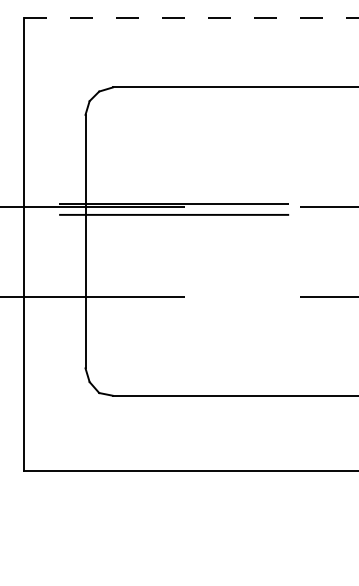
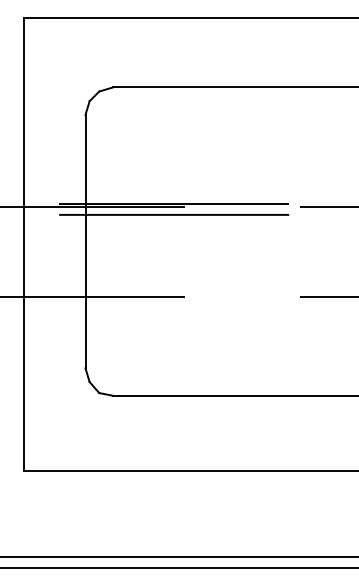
line at (191, 17): dashed -> solid
line at (178, 557): none -> present
line at (178, 568): none -> present
